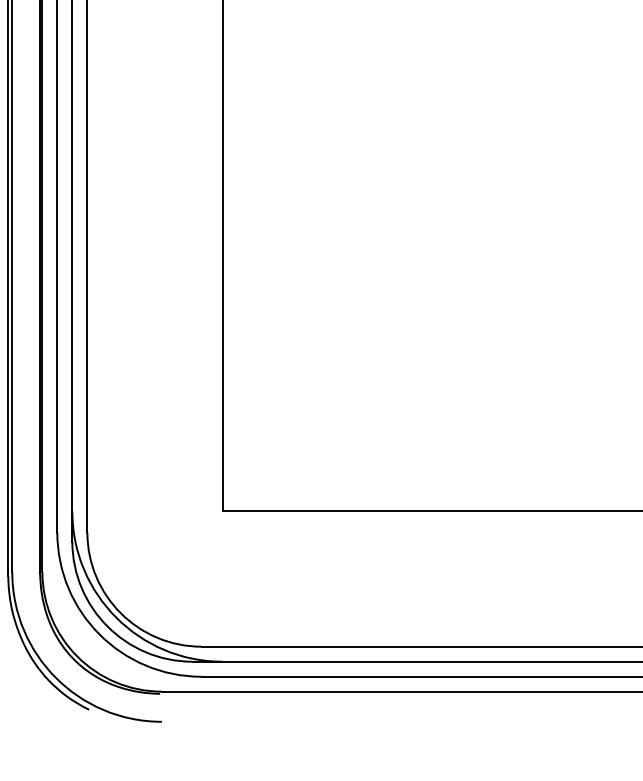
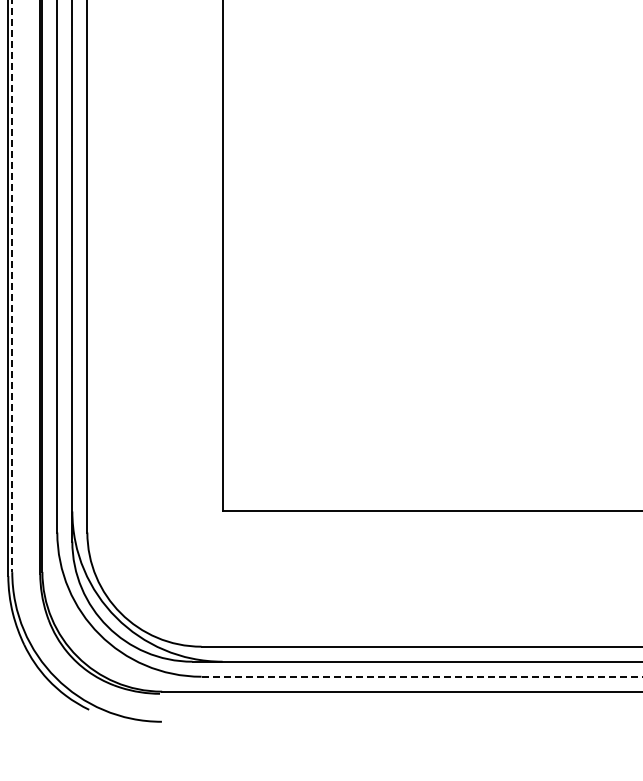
line at (12, 286): solid -> dashed
line at (422, 676): solid -> dashed
